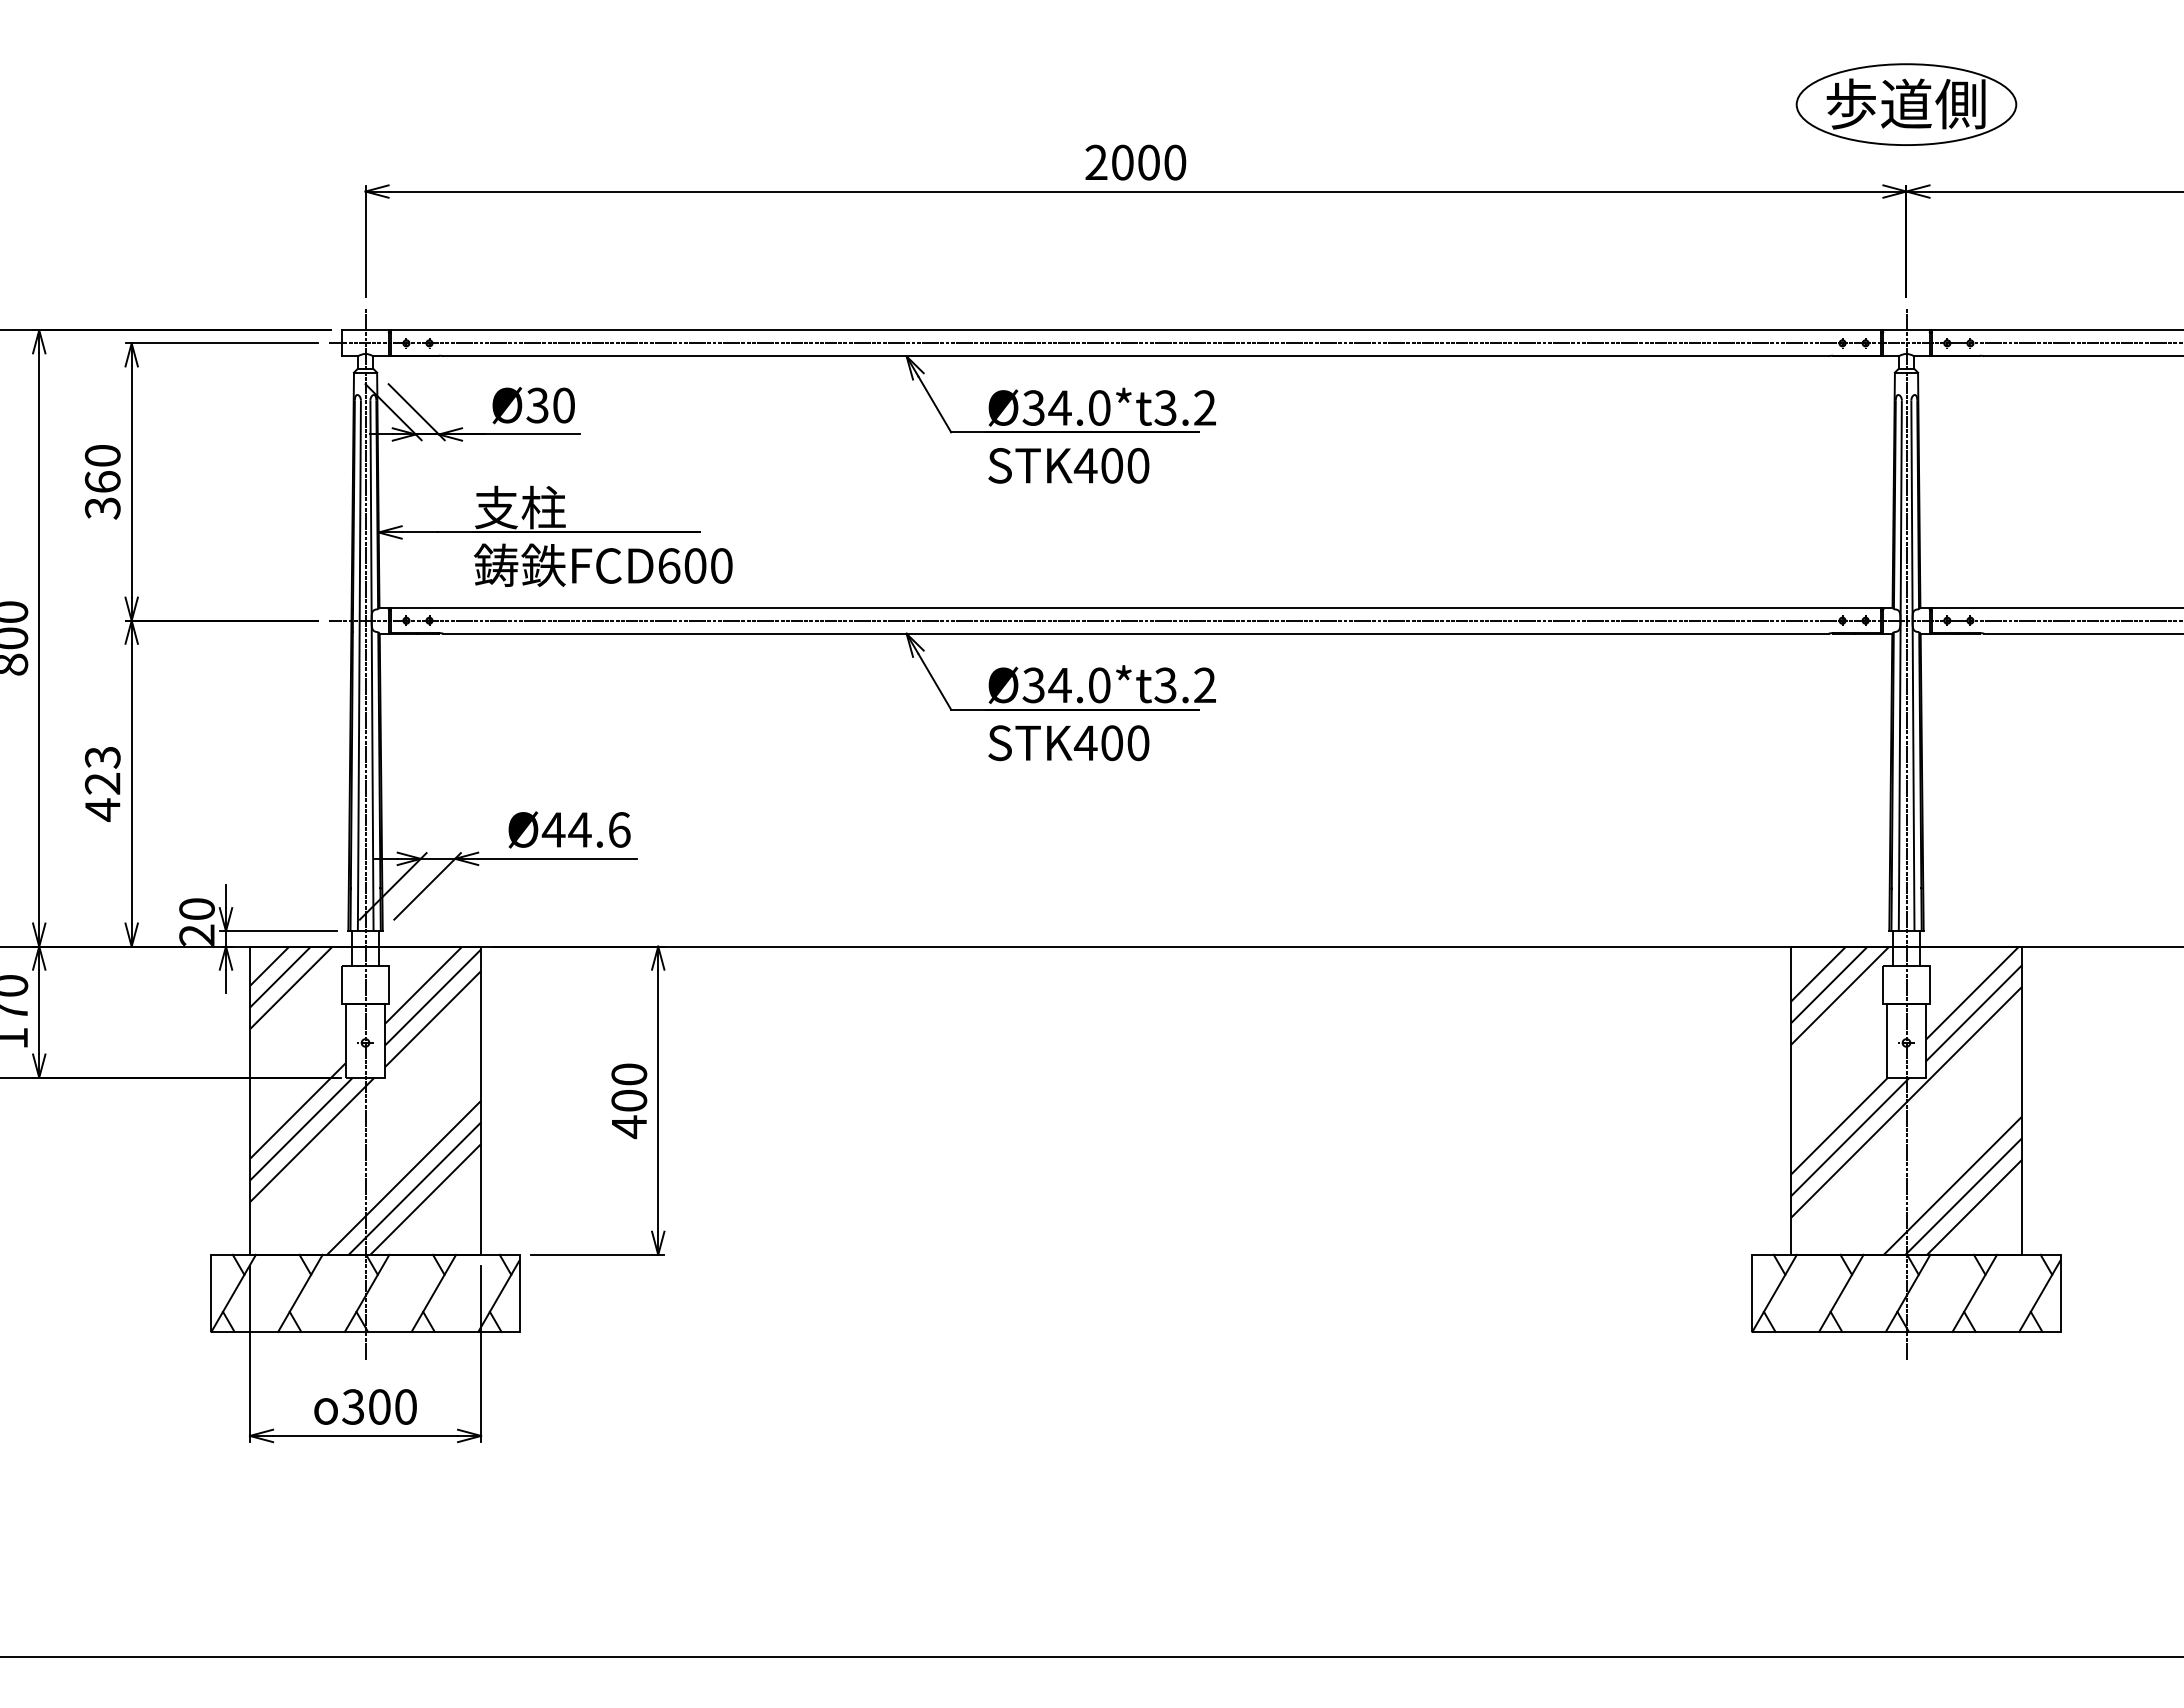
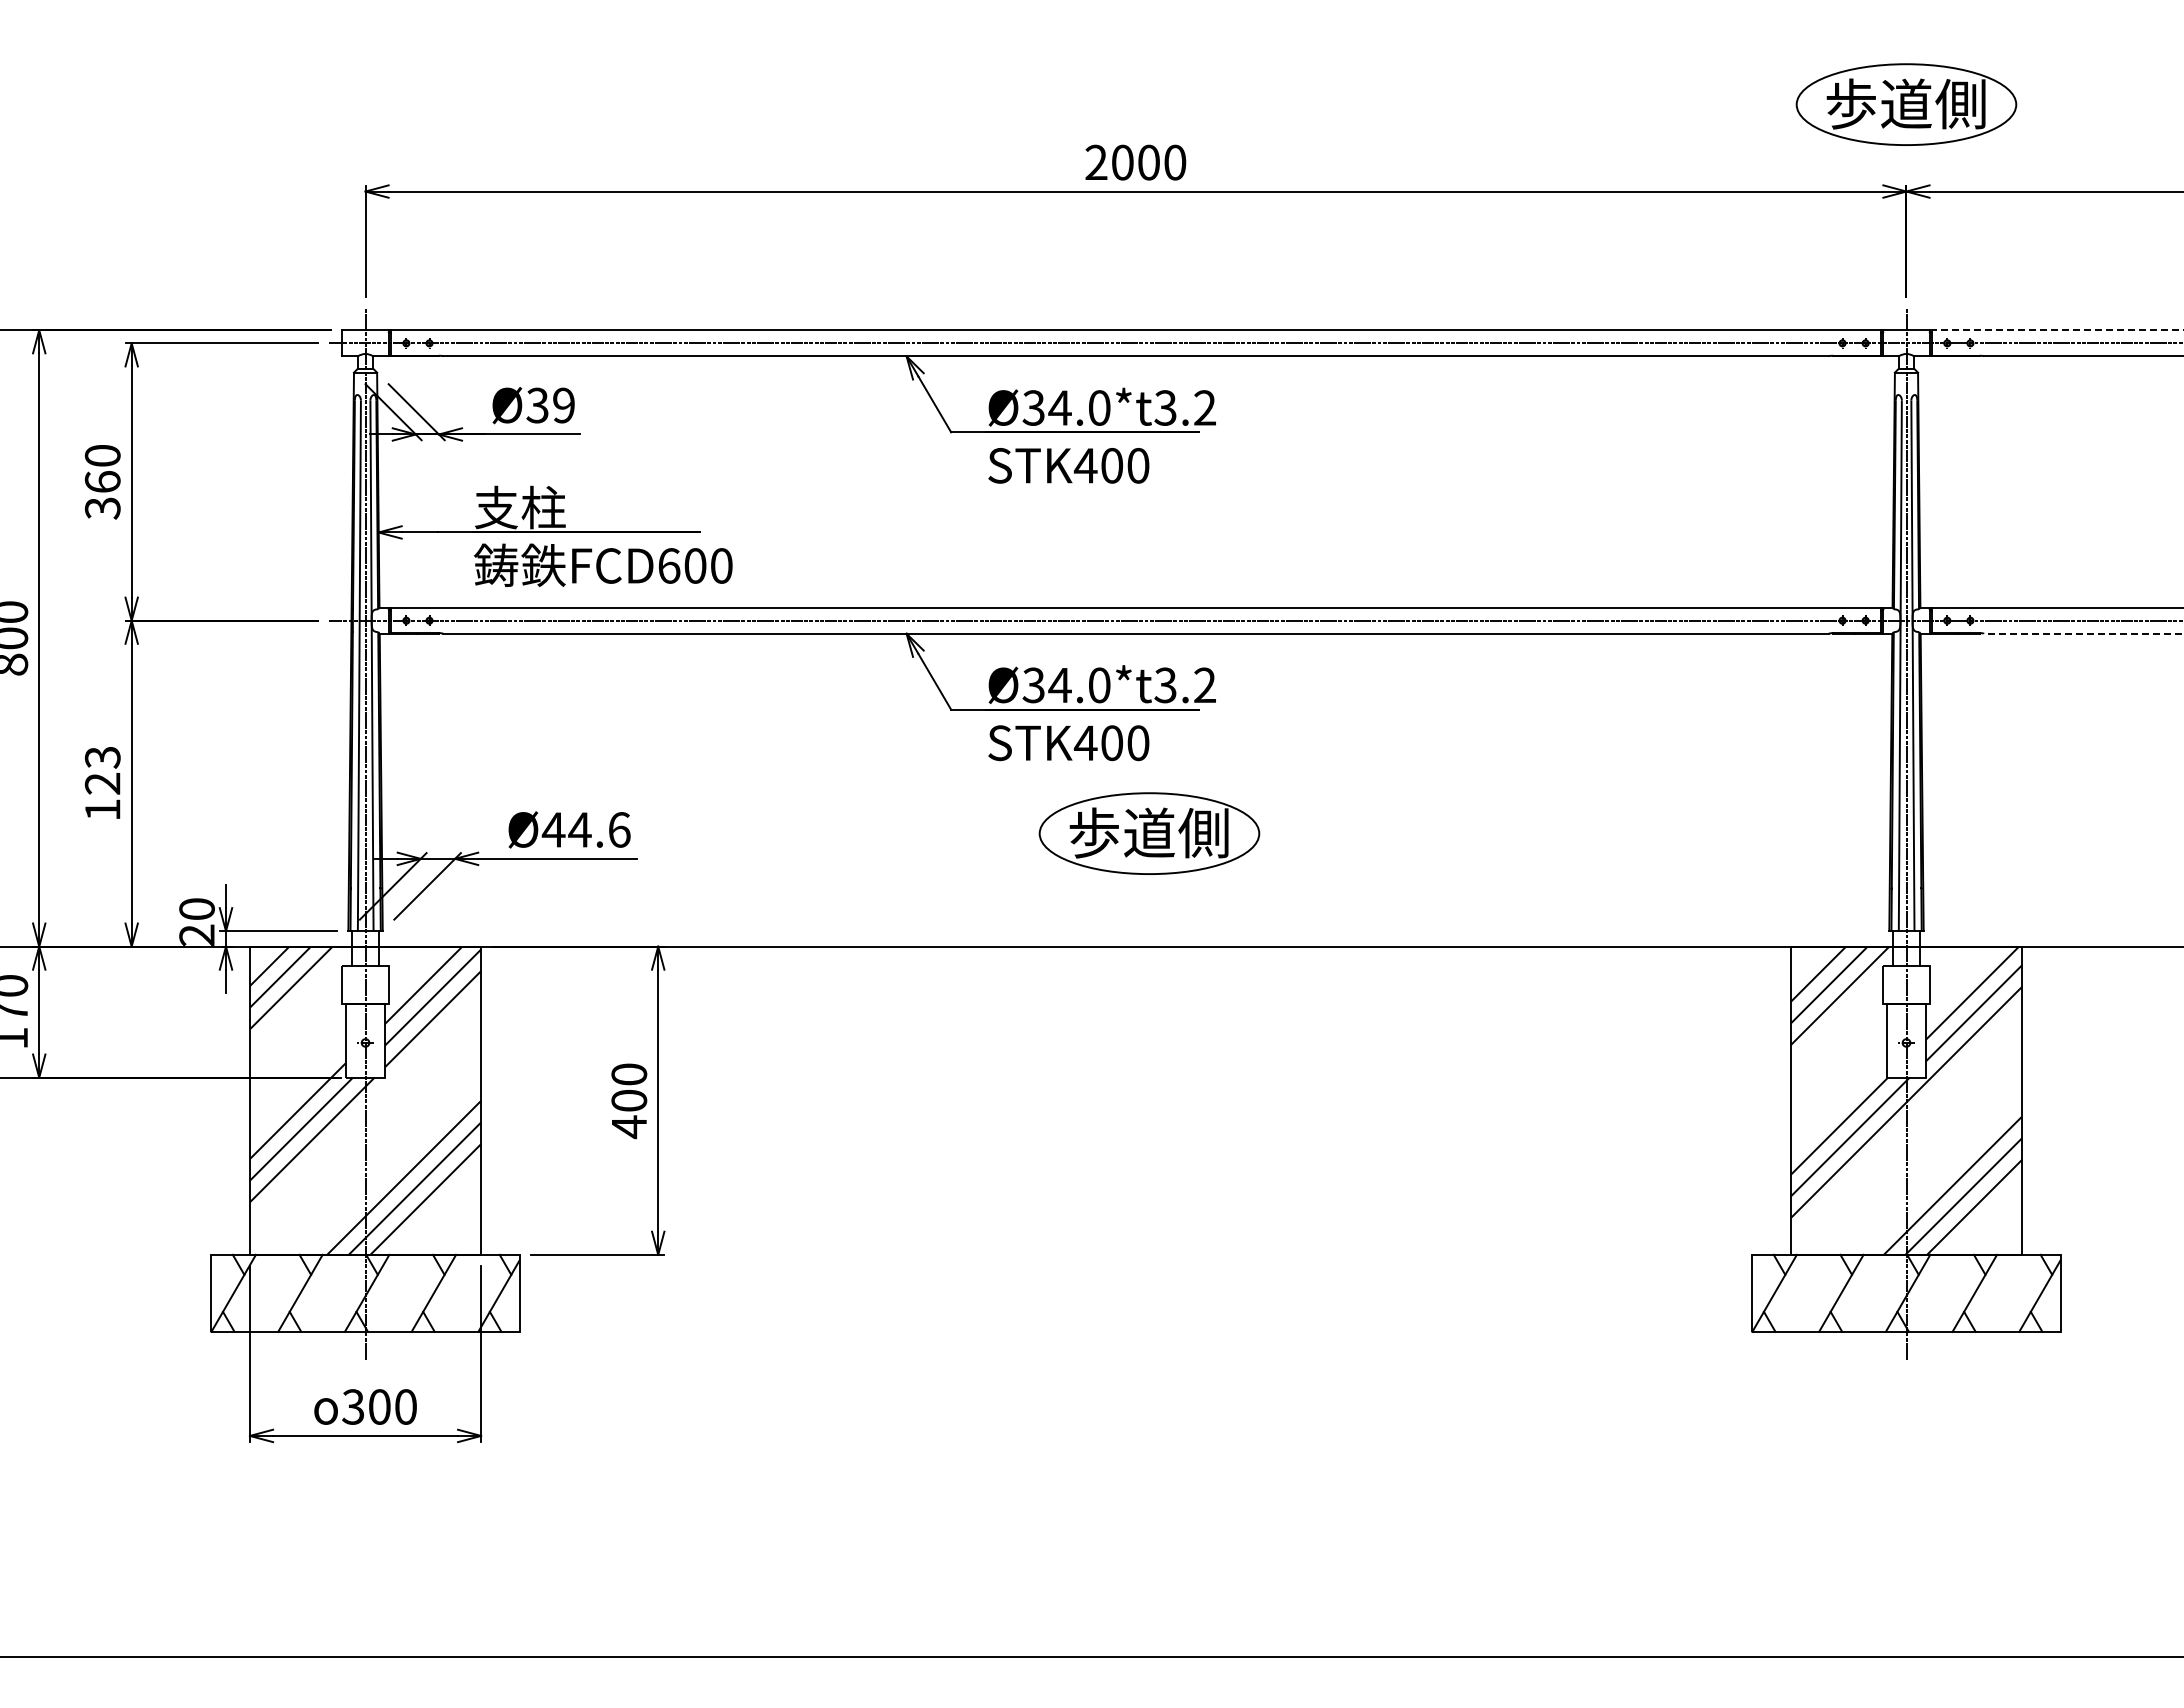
line at (2057, 330): solid -> dashed
text at (563, 405): Ø30 -> Ø39
line at (2083, 633): solid -> dashed
text at (102, 810): 423 -> 123
part at (1149, 833): none -> present
